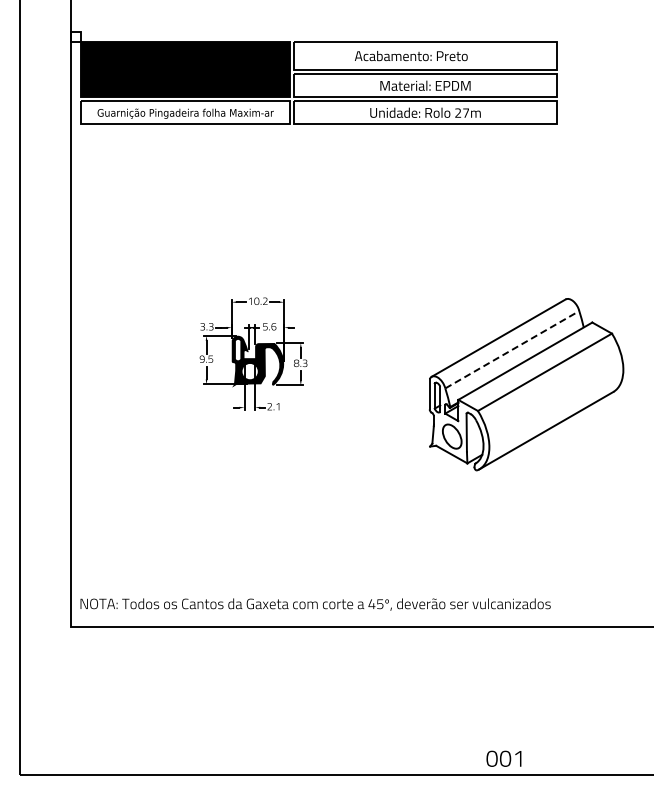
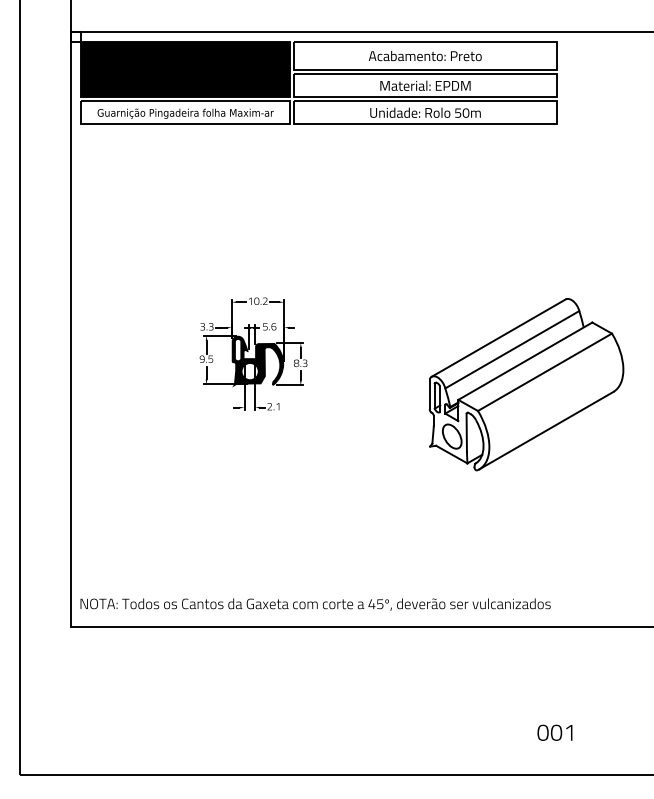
line at (360, 31): none -> present
text at (411, 56) position: (411, 56) -> (425, 56)
text at (462, 112): 27m -> 50m
line at (512, 349): dashed -> solid
text at (503, 758) position: (503, 758) -> (554, 732)
